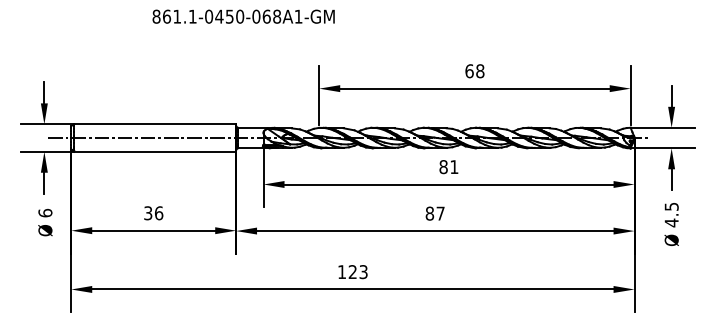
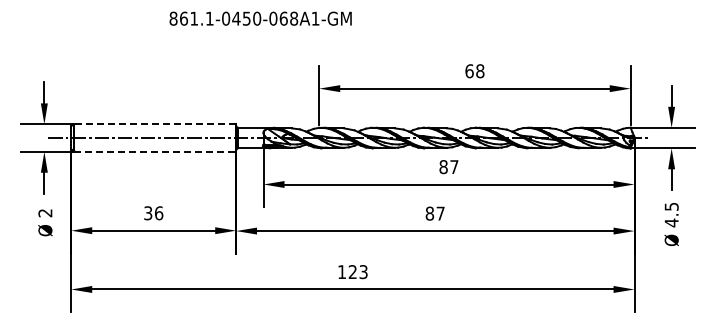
text at (243, 16) position: (243, 16) -> (260, 18)
line at (155, 124): solid -> dashed
line at (155, 151): solid -> dashed
text at (454, 166): 81 -> 87
text at (45, 212): 6 -> 2
